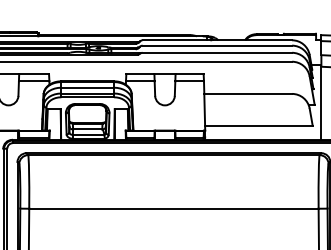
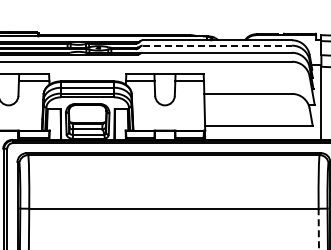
line at (217, 45): solid -> dashed
line at (318, 228): solid -> dashed
